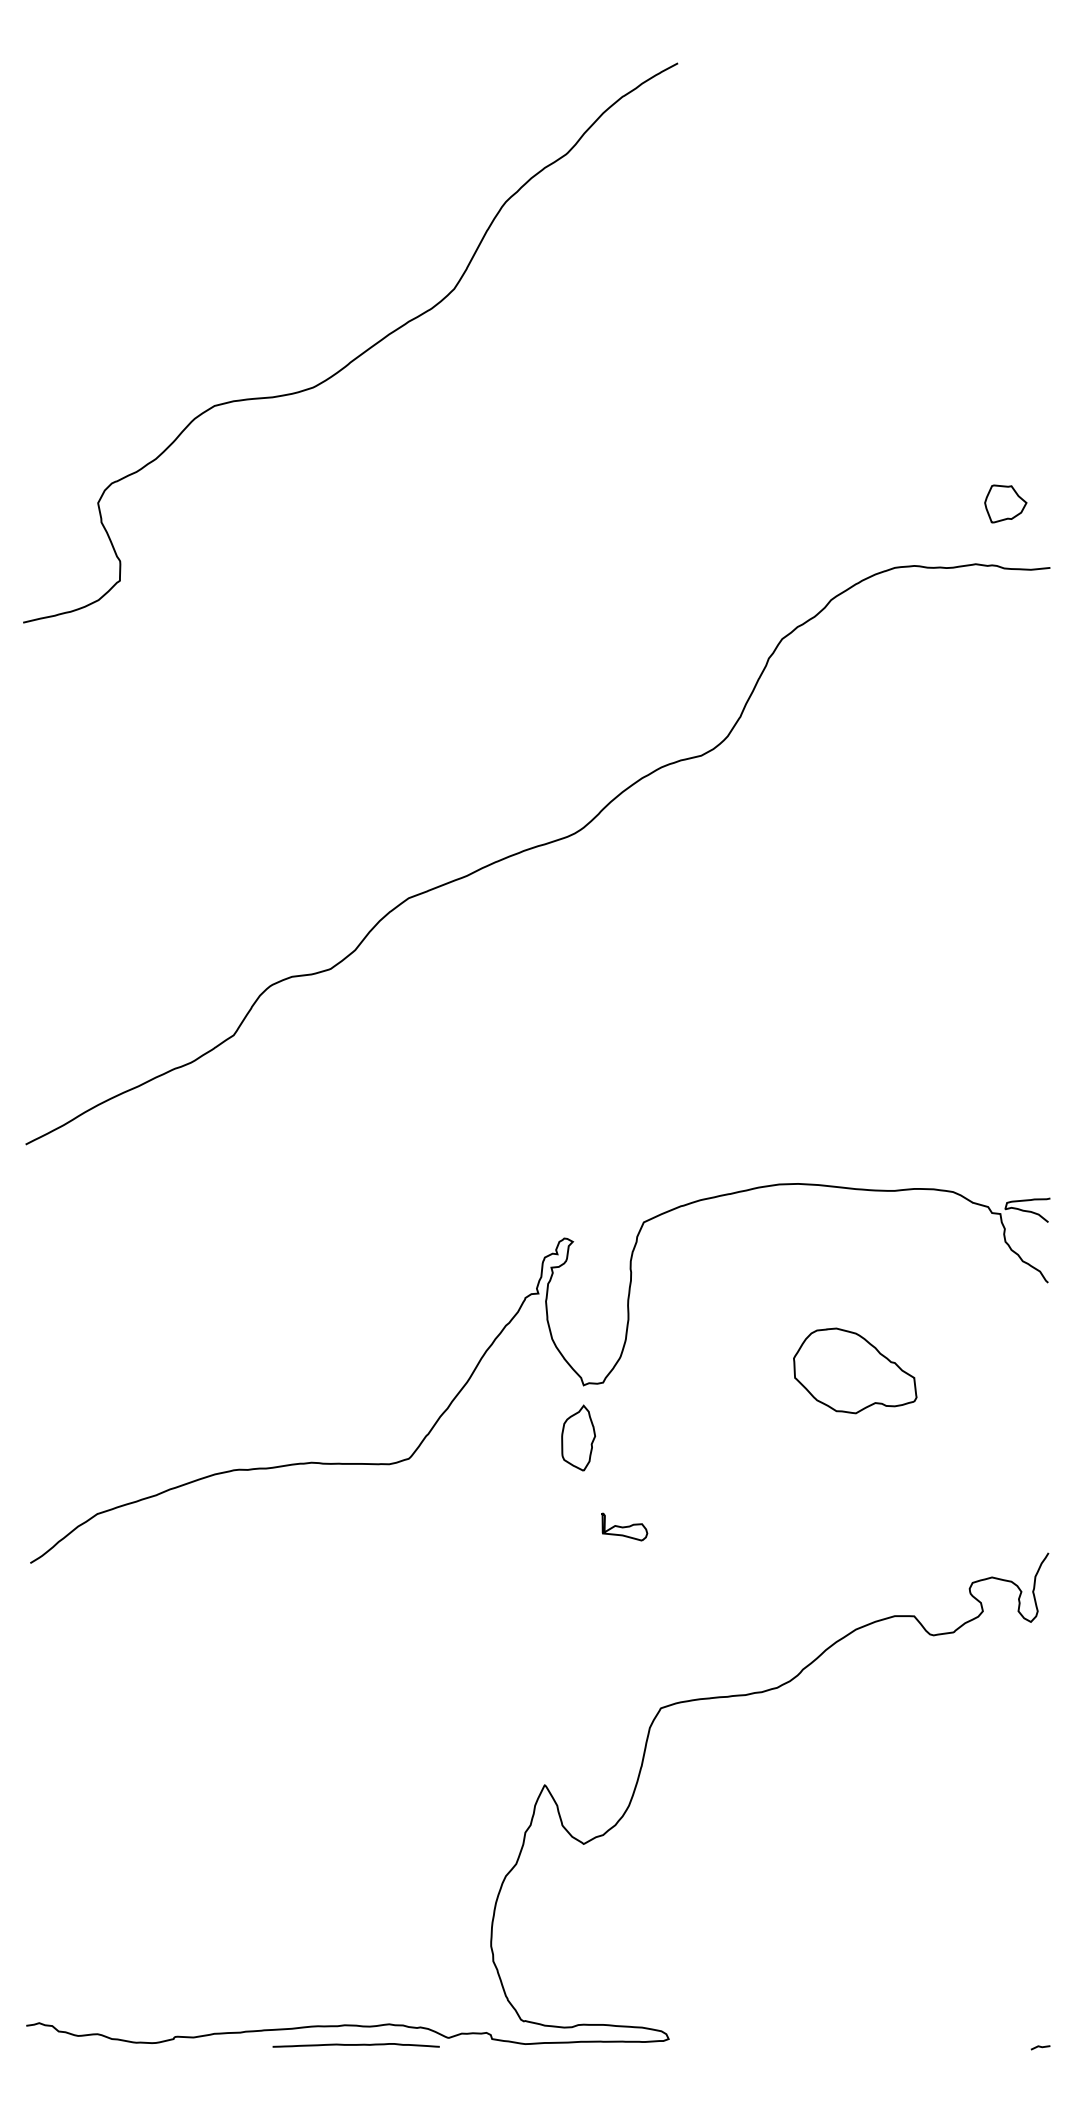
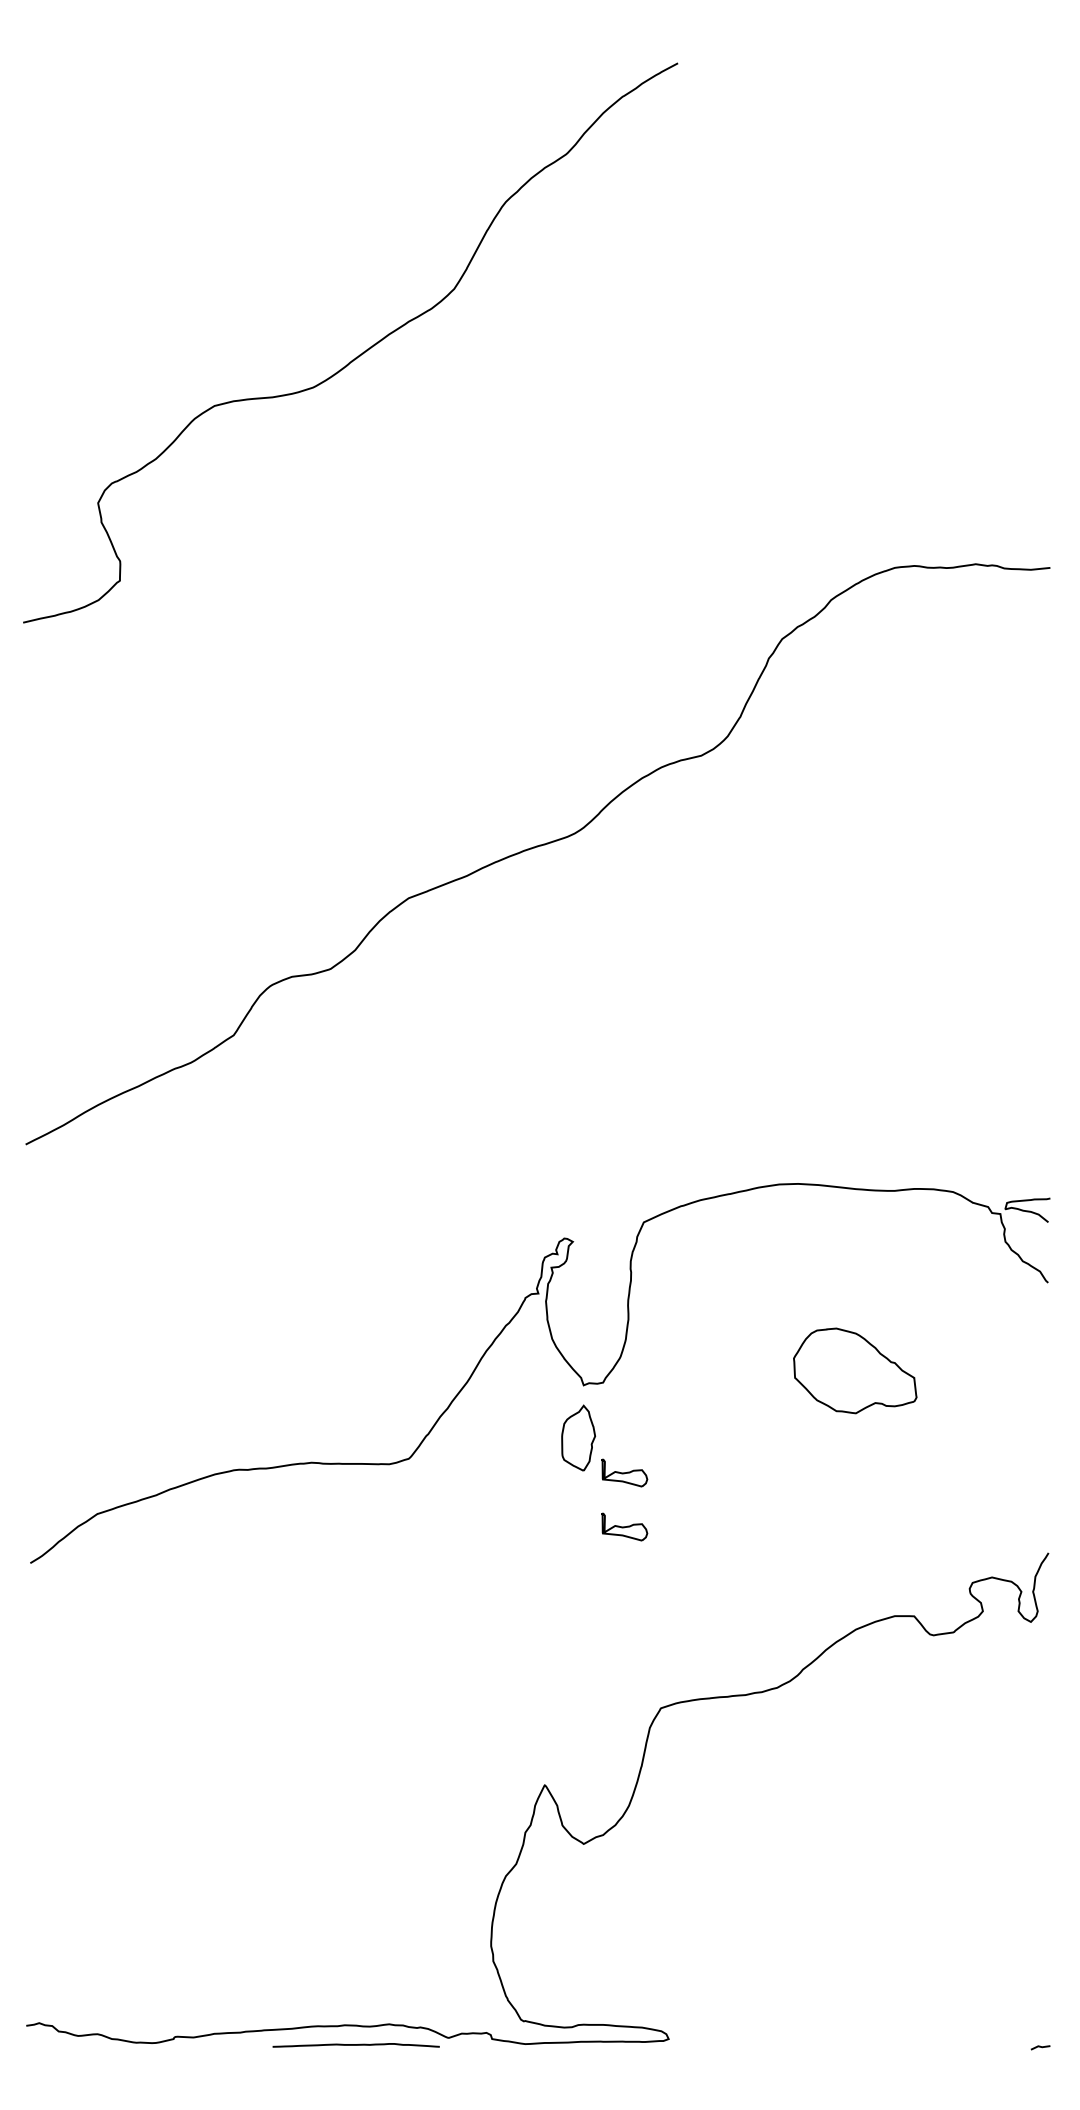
part at (1005, 503): present -> none
part at (624, 1472): none -> present
